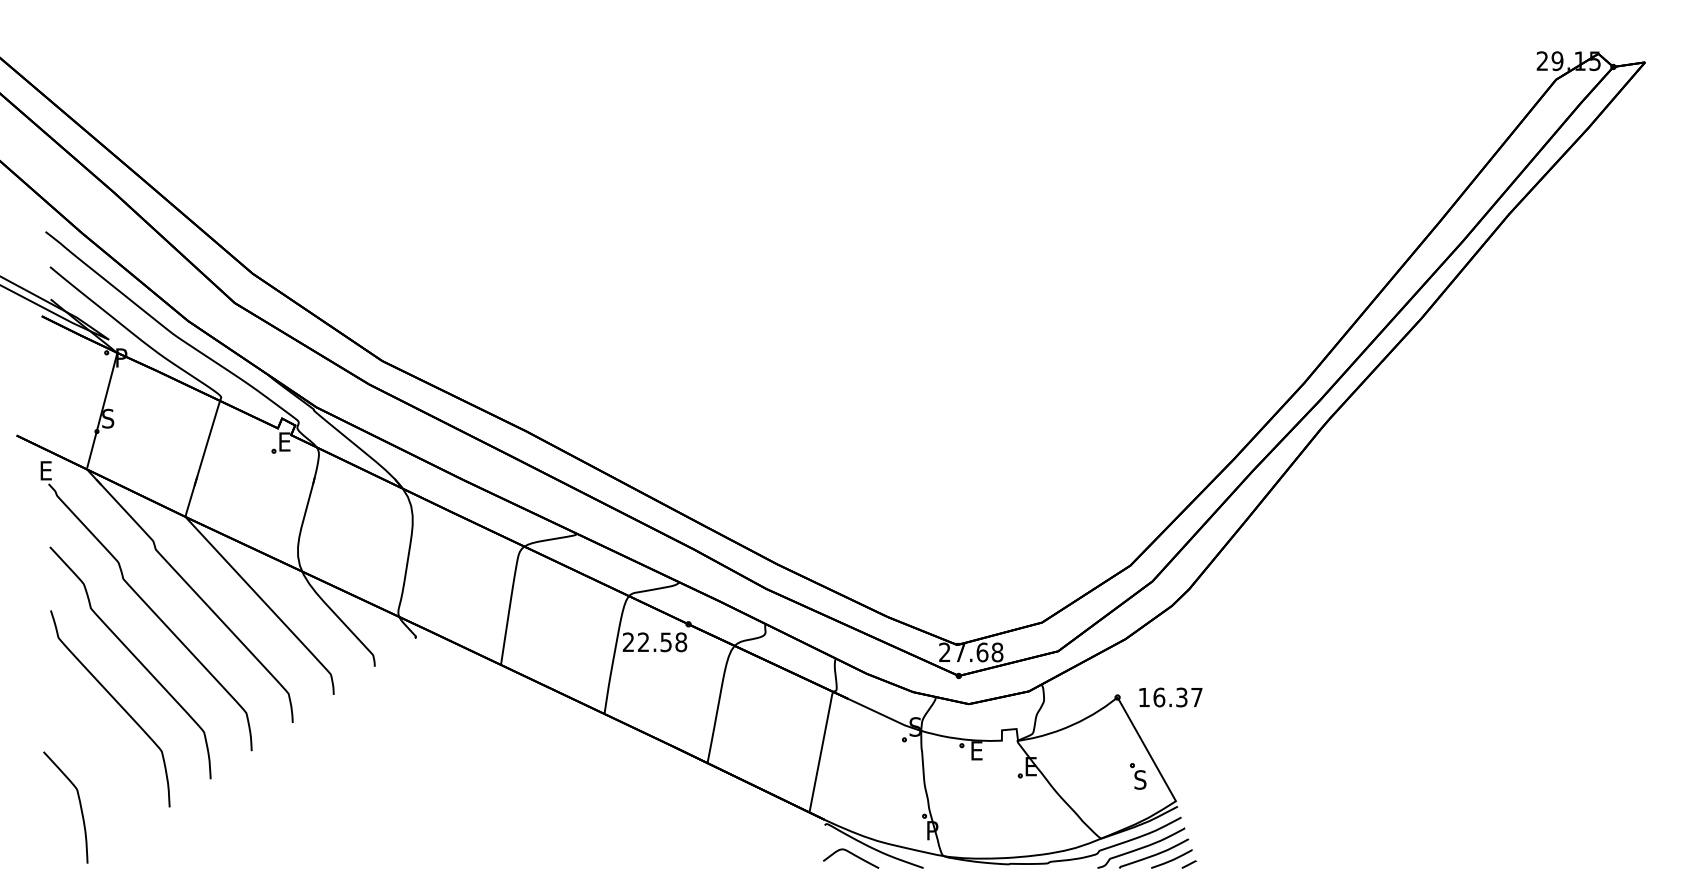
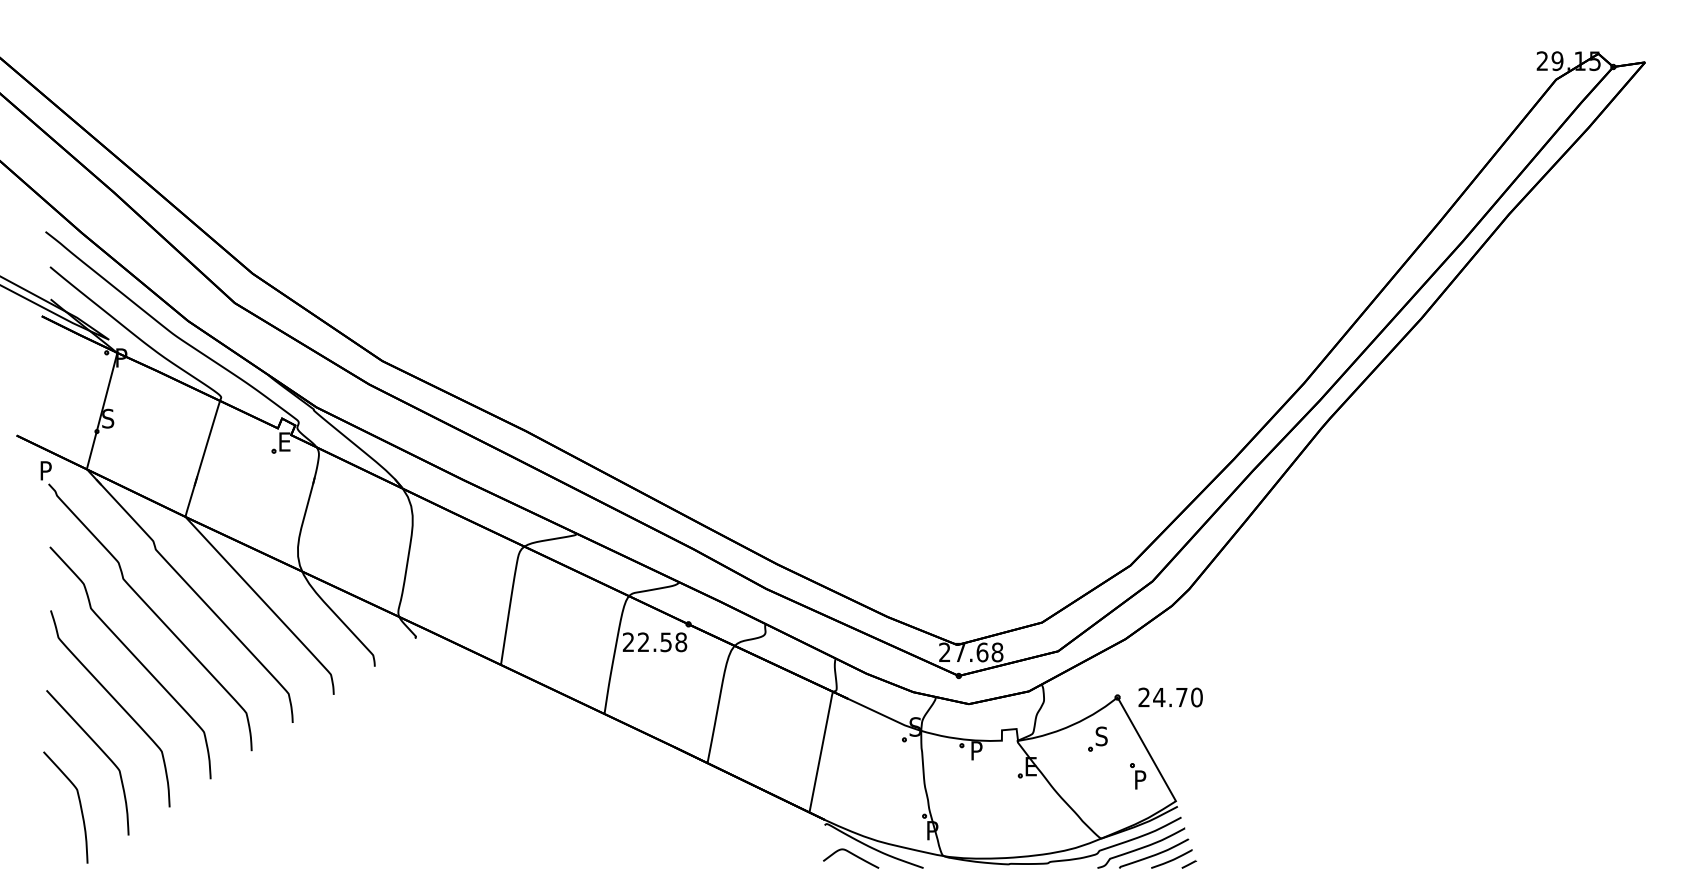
text at (47, 470): E -> P
text at (1170, 697): 16.37 -> 24.70
part at (1097, 738): none -> present
curve at (99, 749): none -> present
text at (977, 750): E -> P
text at (1140, 779): S -> P
